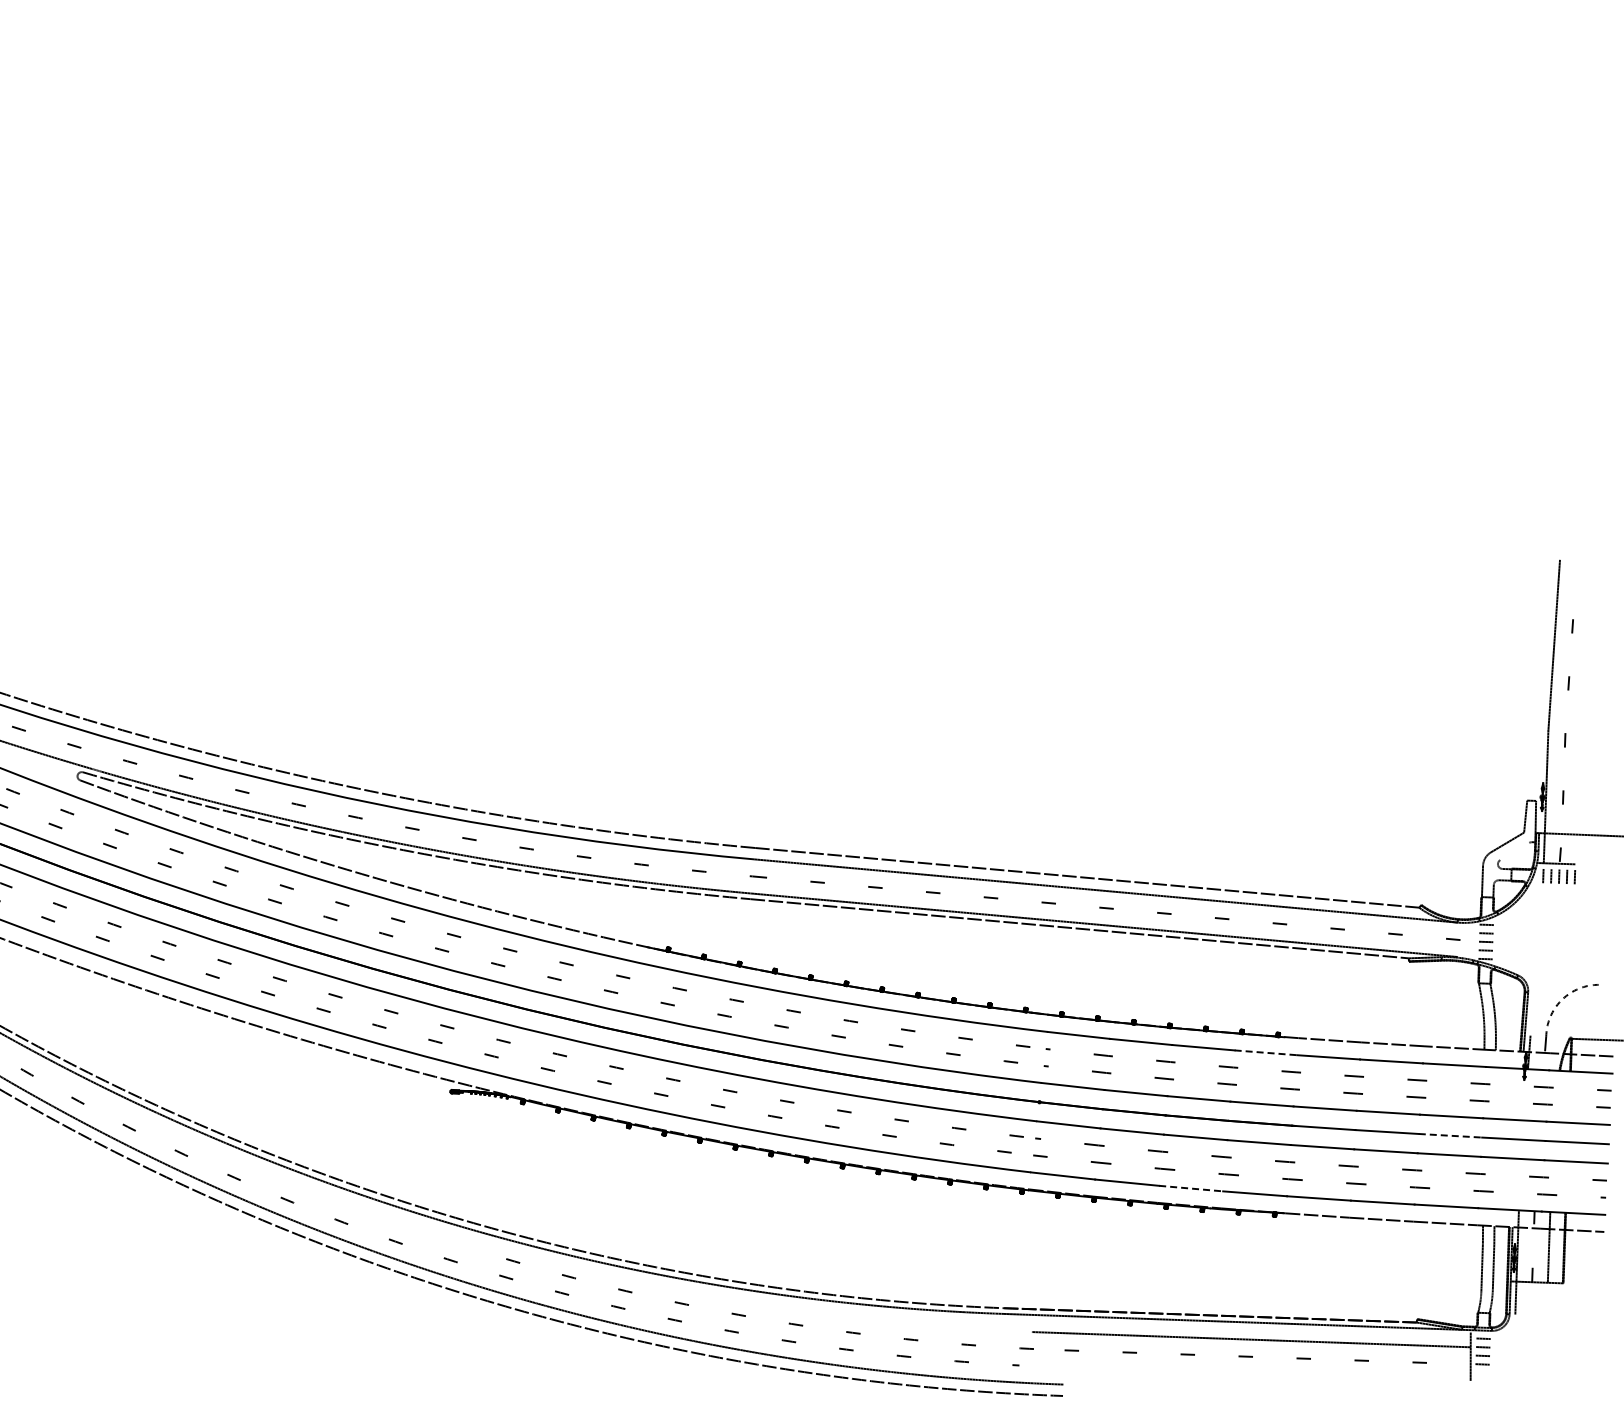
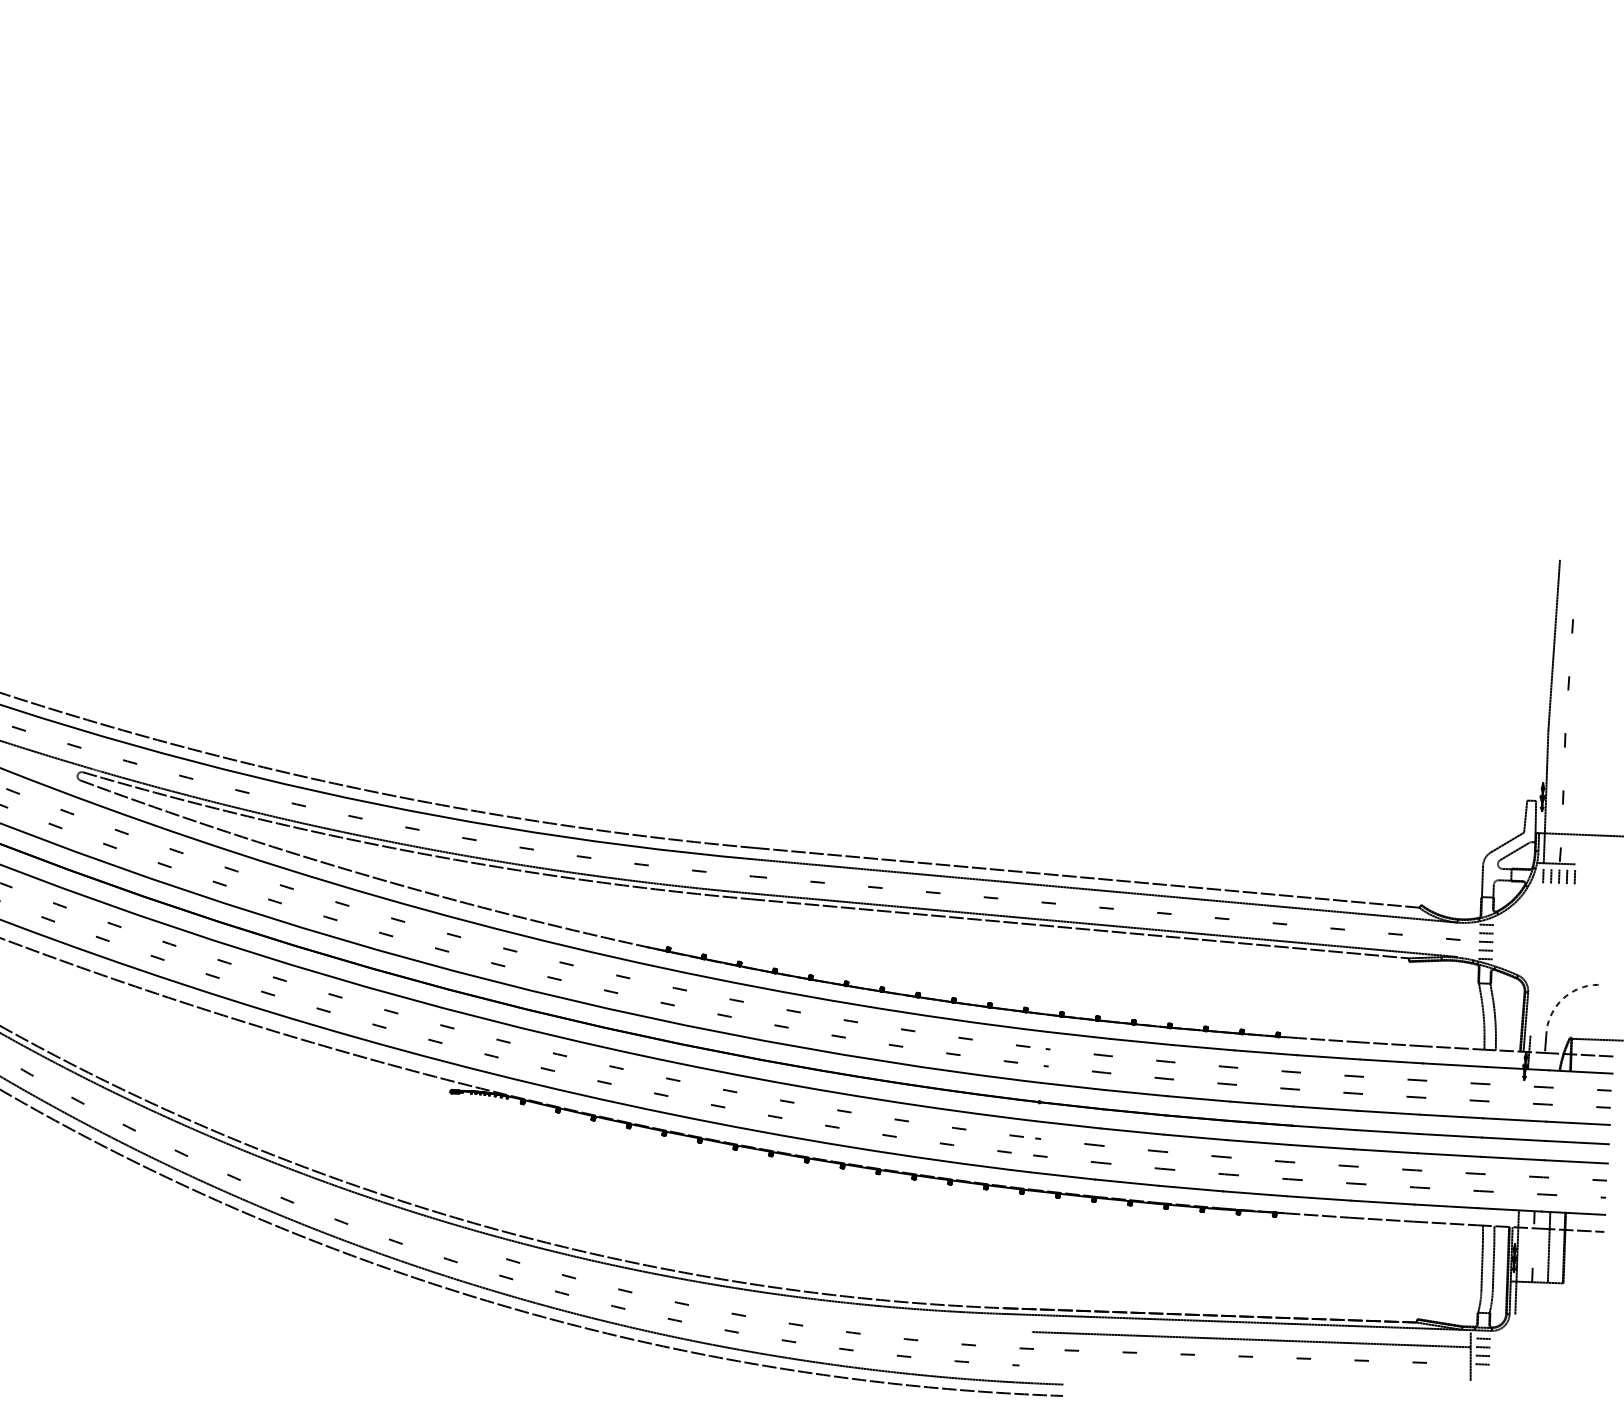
line at (1514, 851): none -> present
line at (1266, 1052): dashed -> solid
line at (1450, 1135): dashed -> solid
line at (1191, 1188): dashed -> solid
